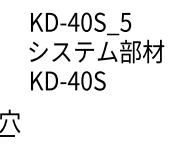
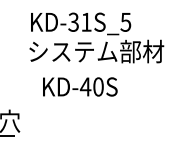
text at (79, 21): KD-40S_5 -> KD-31S_5
text at (68, 80) position: (68, 80) -> (80, 86)
